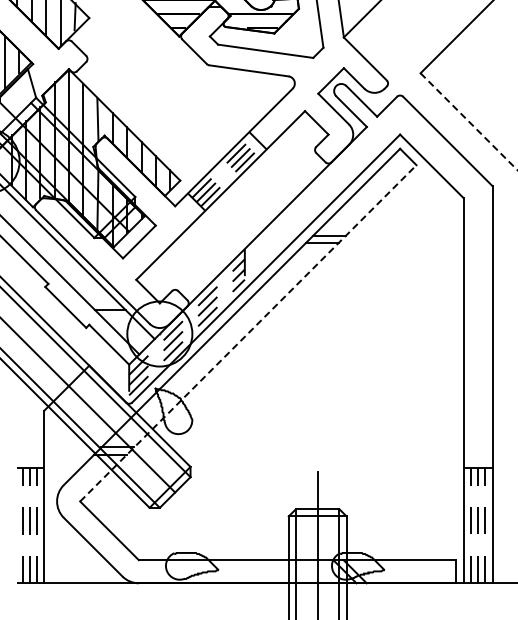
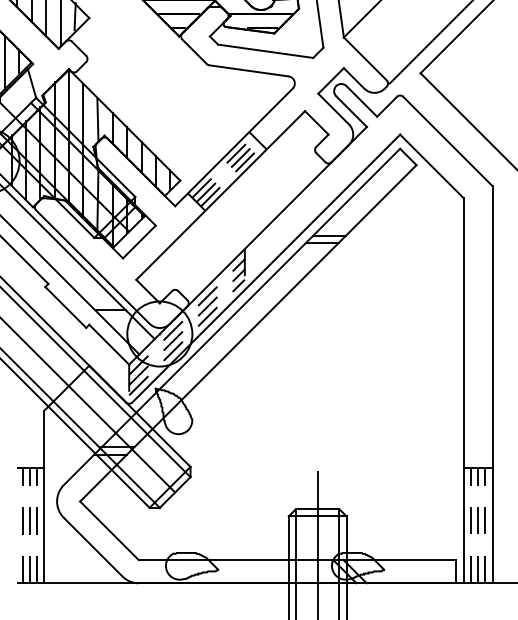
line at (430, 42): none -> present
line at (469, 122): dashed -> solid
line at (248, 333): dashed -> solid
